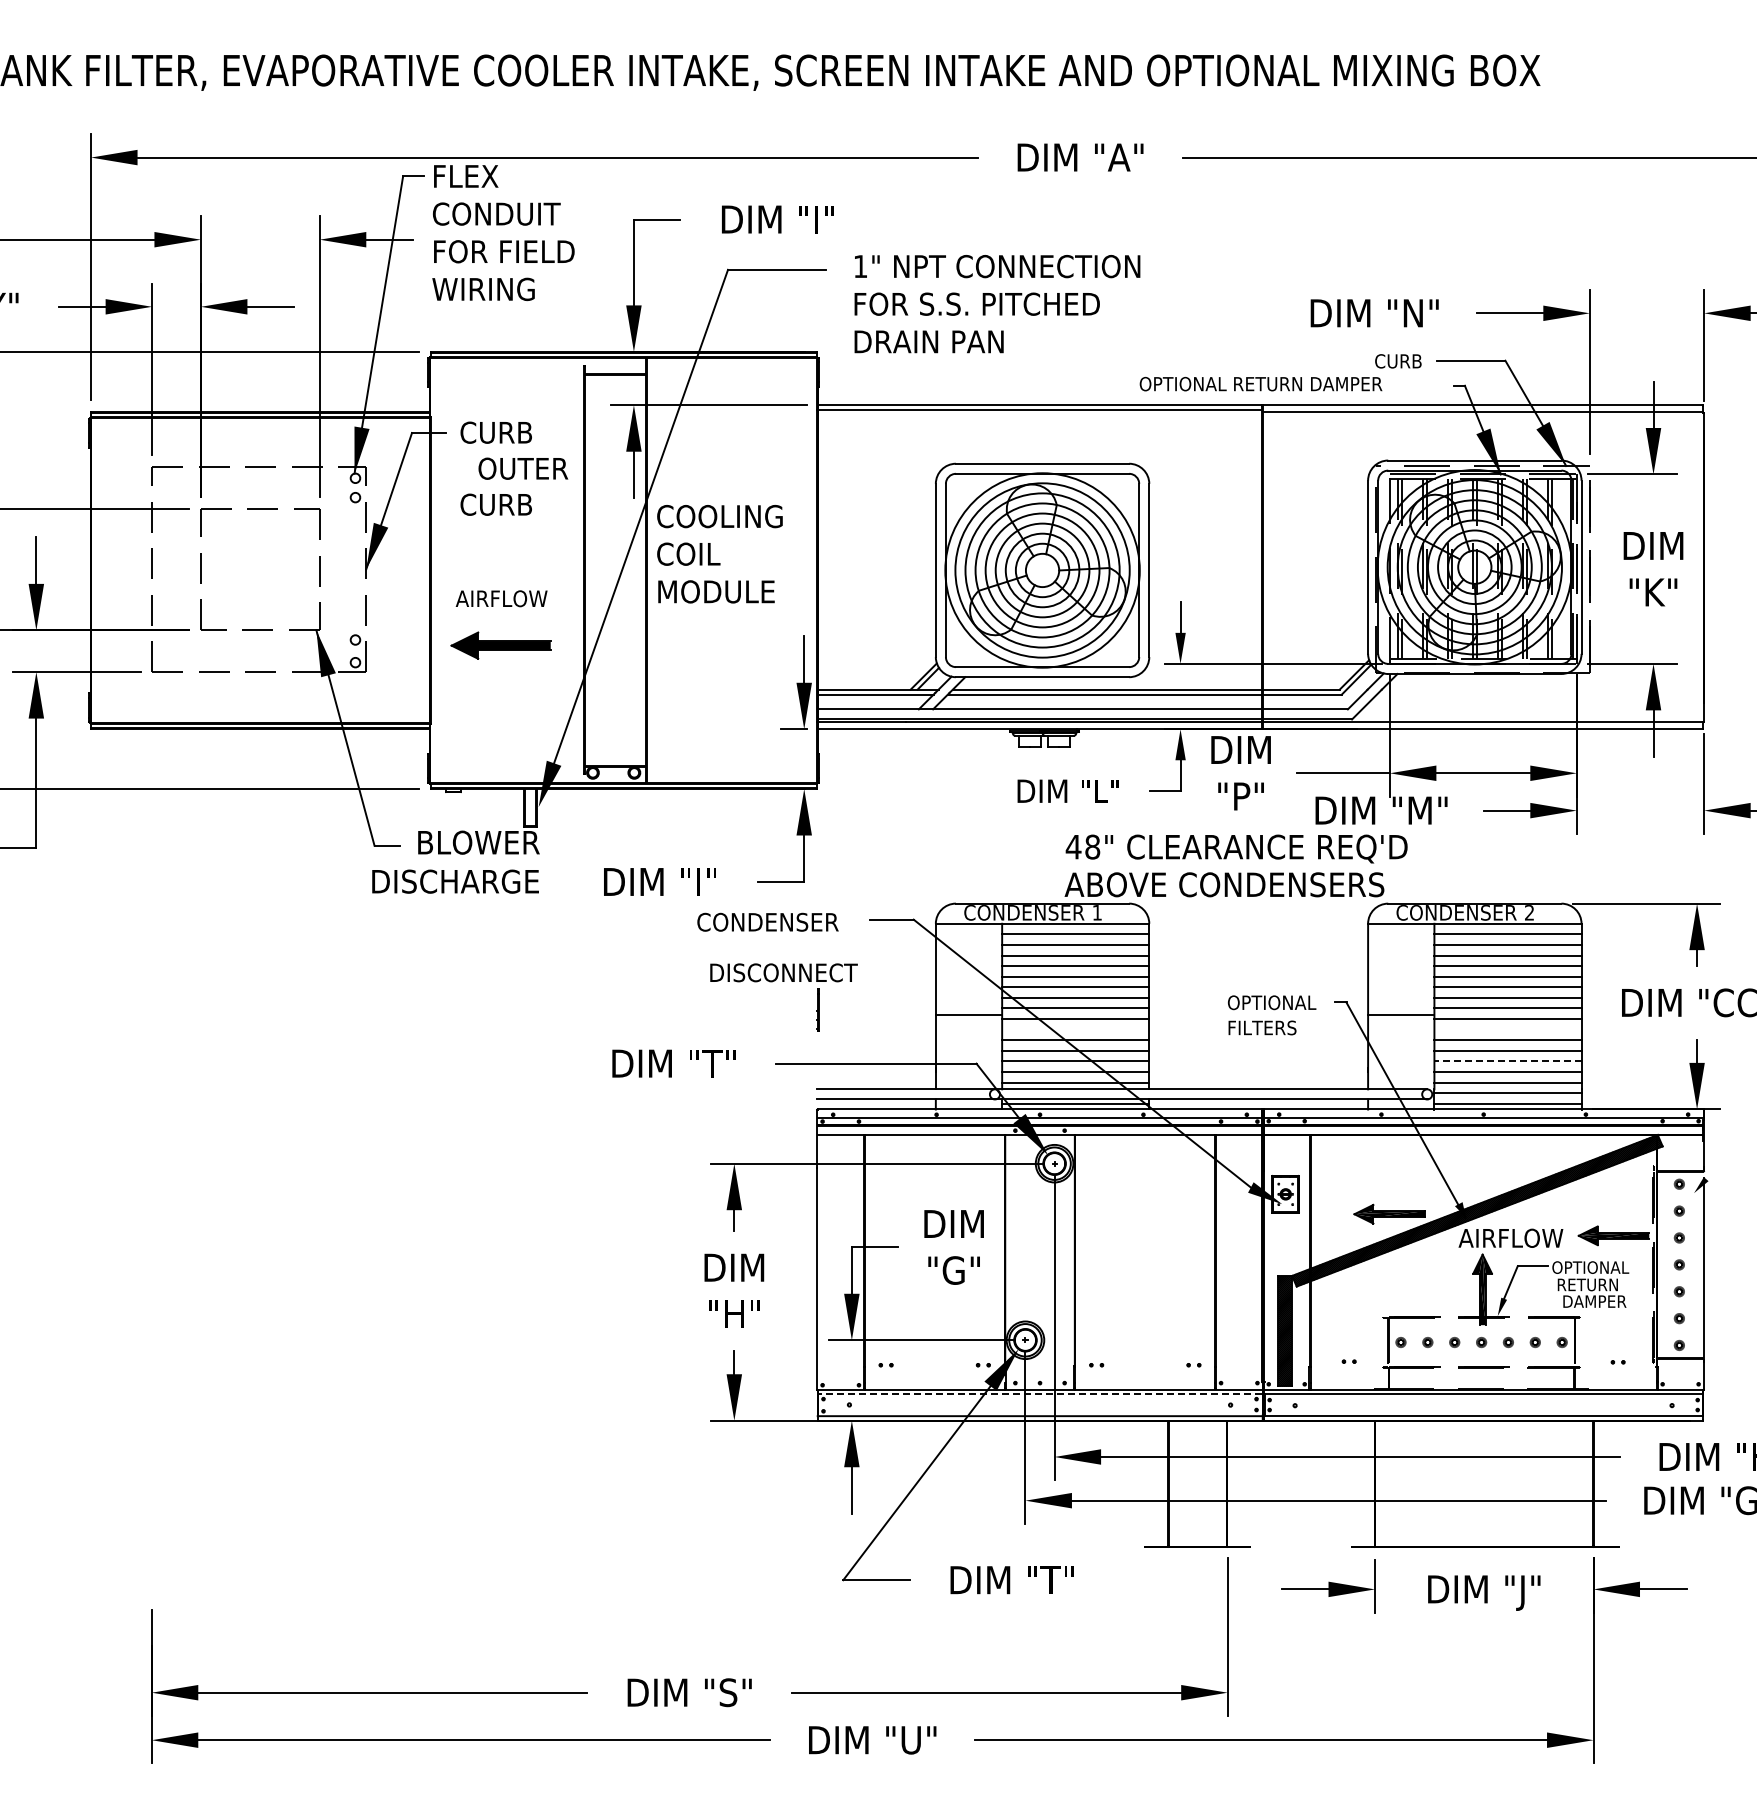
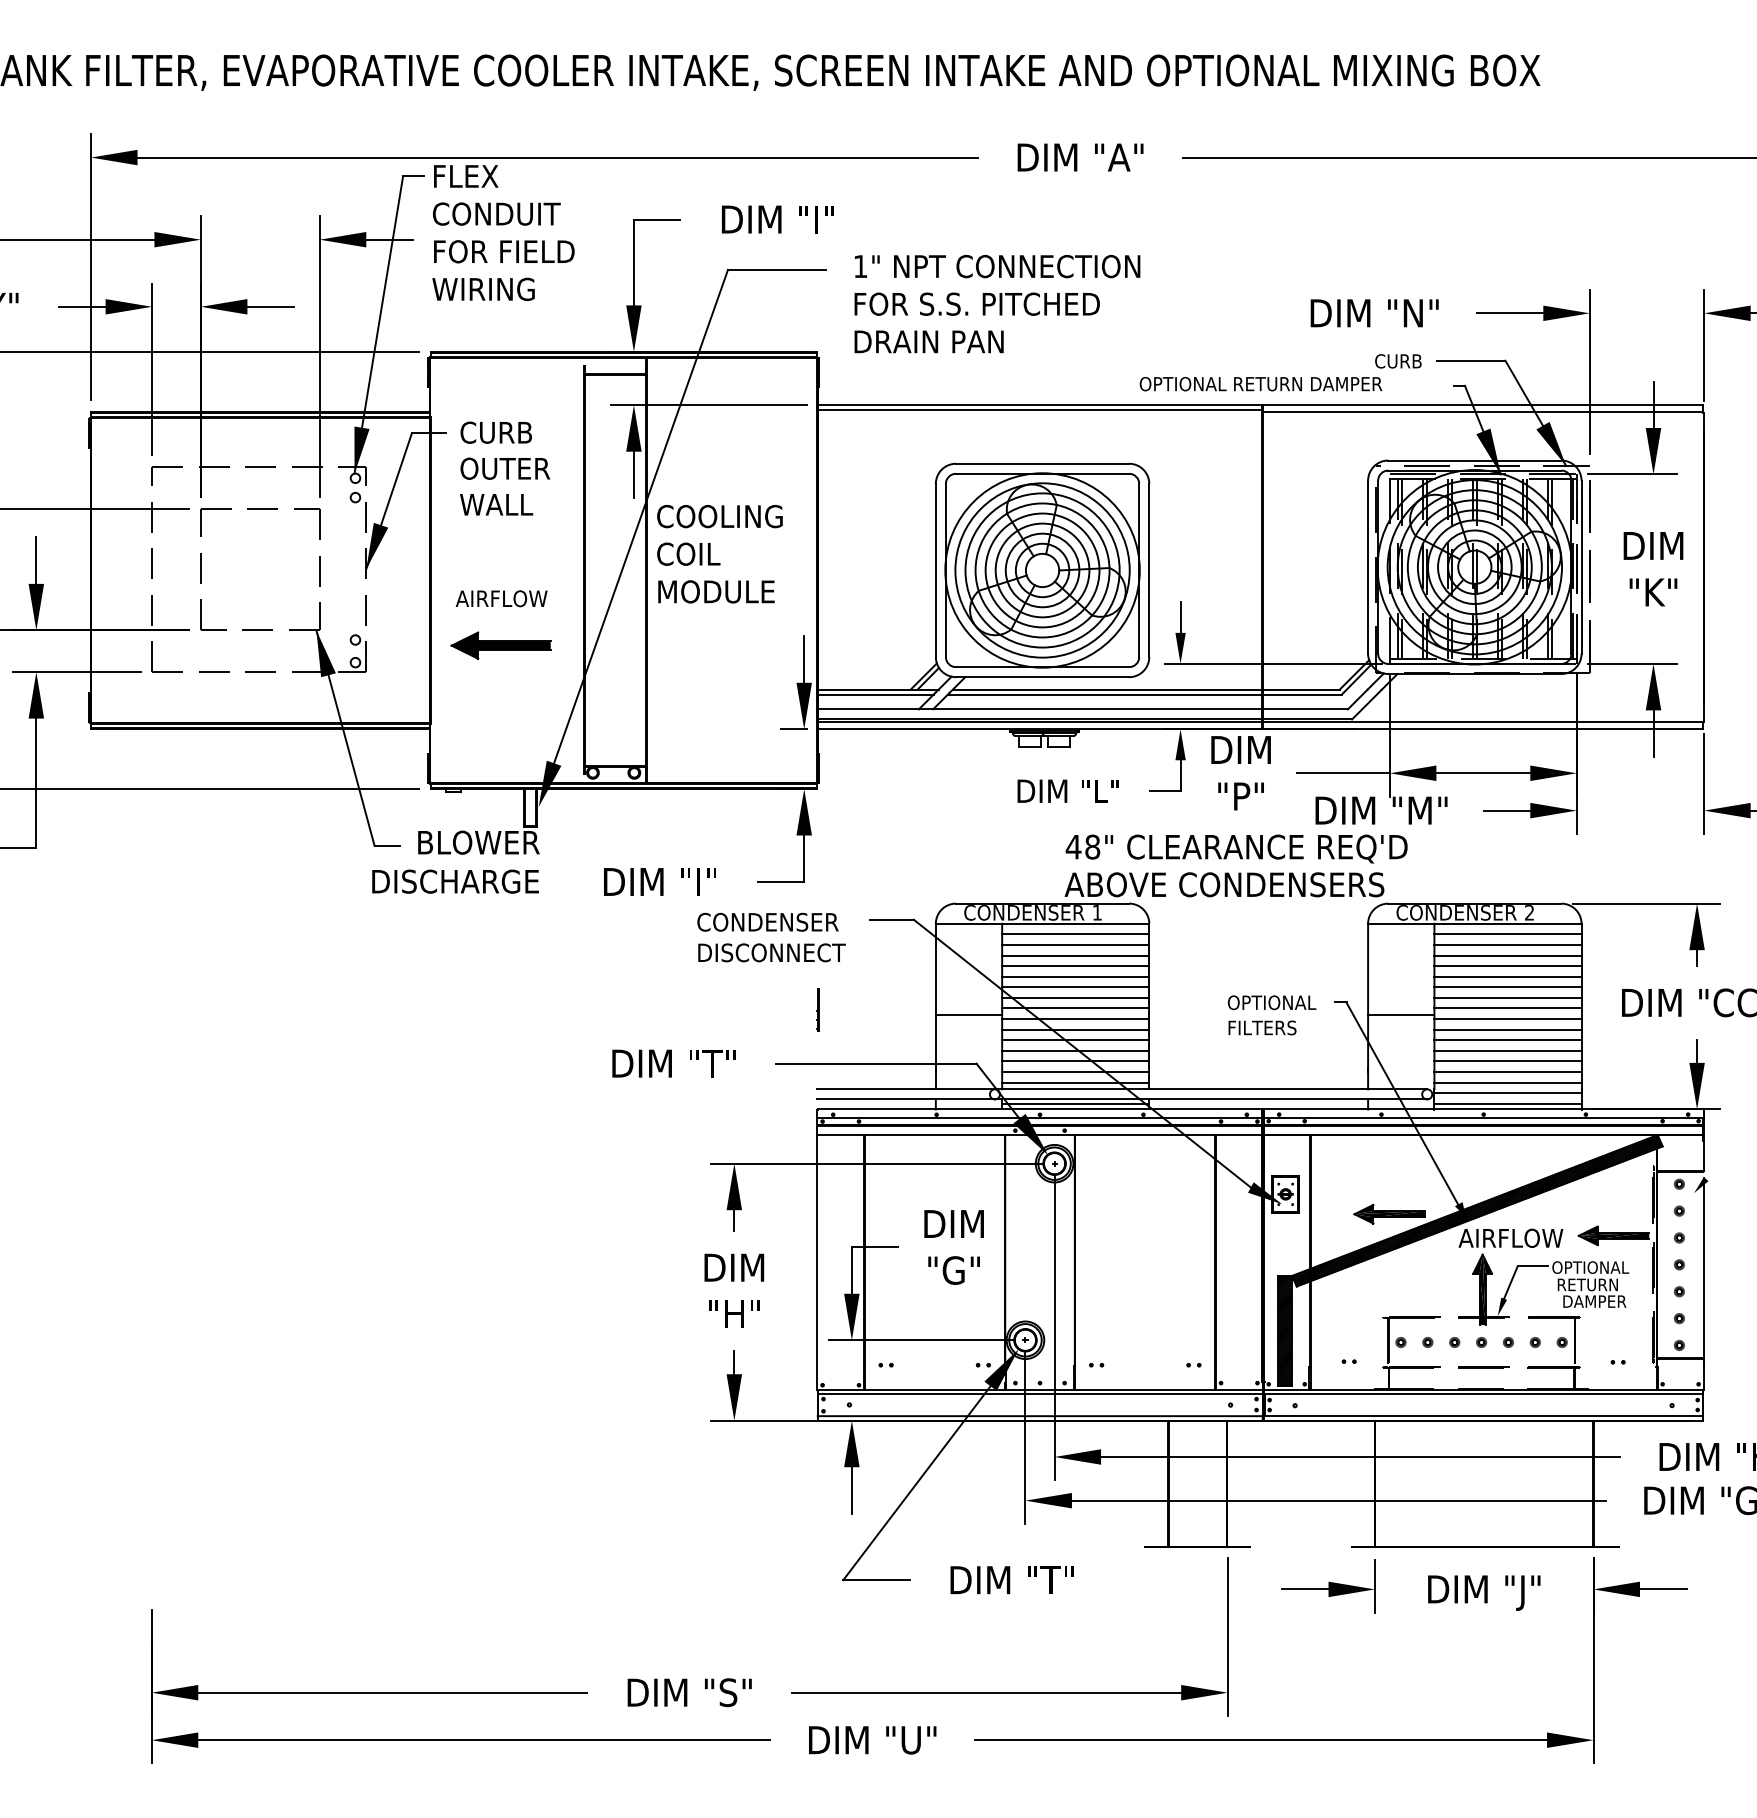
text at (523, 468) position: (523, 468) -> (505, 468)
text at (496, 504): CURB -> WALL
text at (783, 972) position: (783, 972) -> (771, 952)
line at (1075, 1029): none -> present
line at (1507, 1029): none -> present
line at (1507, 1061): dashed -> solid
line at (1039, 1394): dashed -> solid
